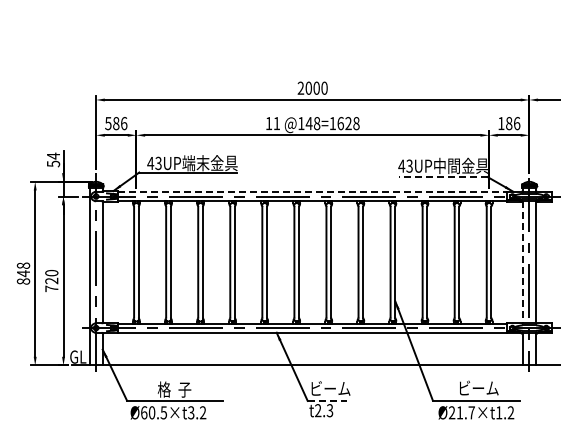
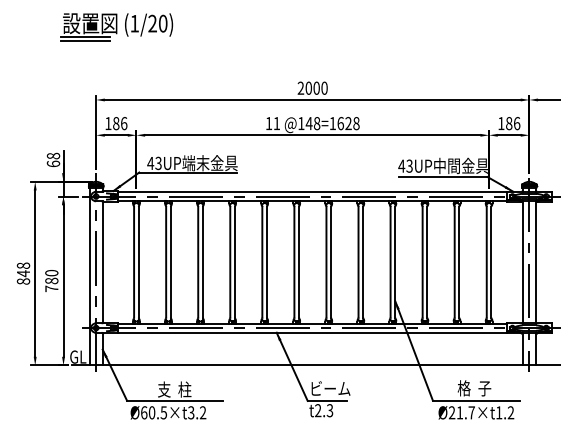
part at (116, 27): none -> present
text at (108, 123): 586 -> 186
text at (53, 159): 54 -> 68
line at (442, 177): dashed -> solid
line at (312, 191): dashed -> solid
line at (522, 262): dashed -> solid
text at (51, 280): 720 -> 780
text at (477, 388): ビーム -> 格  子
text at (174, 389): 格  子 -> 支  柱
line at (327, 400): dashed -> solid
